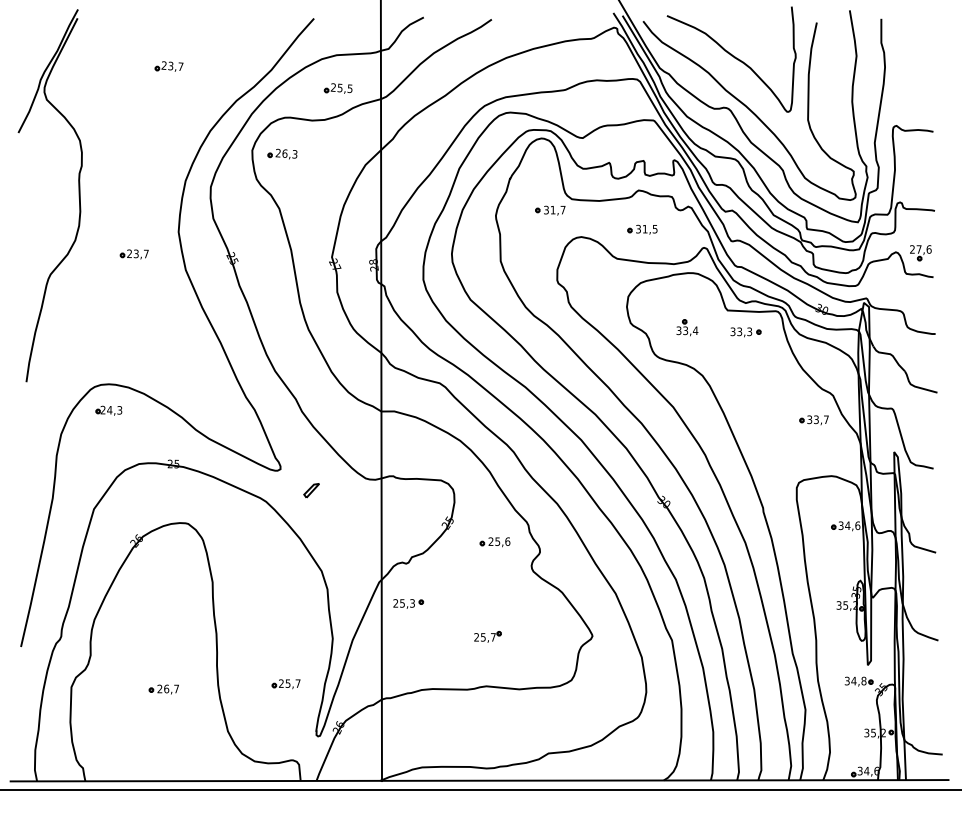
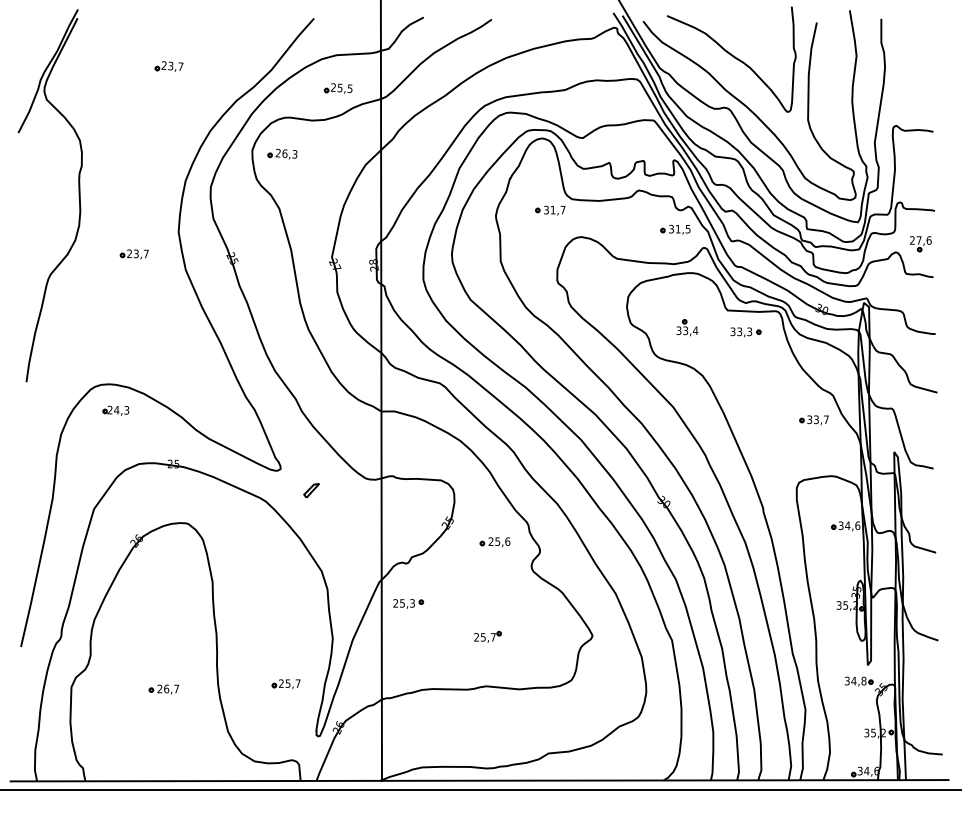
part at (642, 229) position: (642, 229) -> (675, 229)
part at (920, 253) position: (920, 253) -> (920, 244)
part at (108, 410) position: (108, 410) -> (115, 410)
